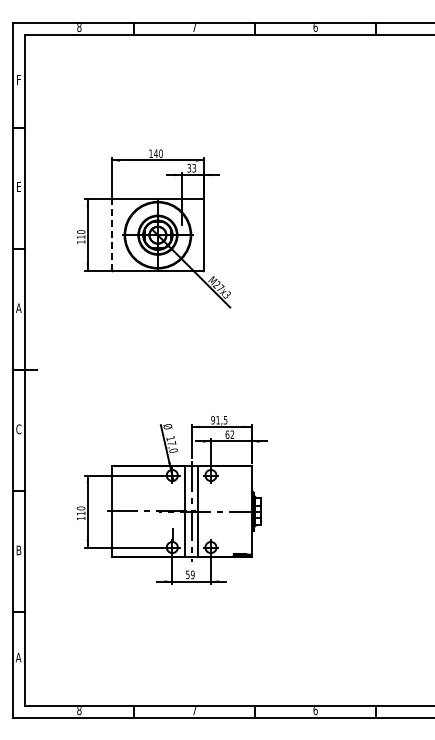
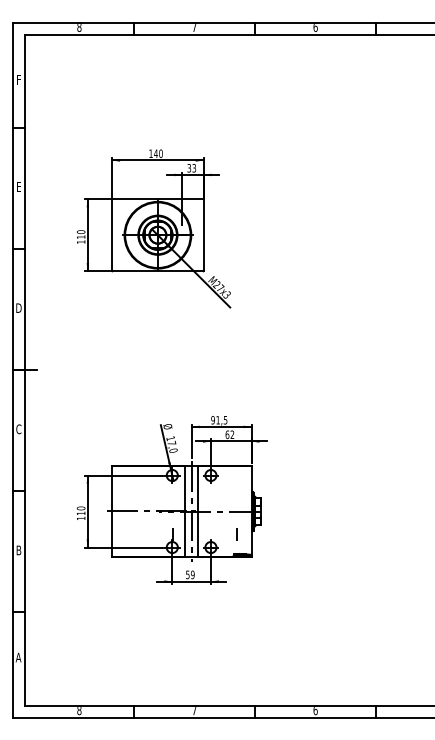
line at (112, 235): dashed -> solid
text at (18, 307): A -> D
line at (236, 534): none -> present
